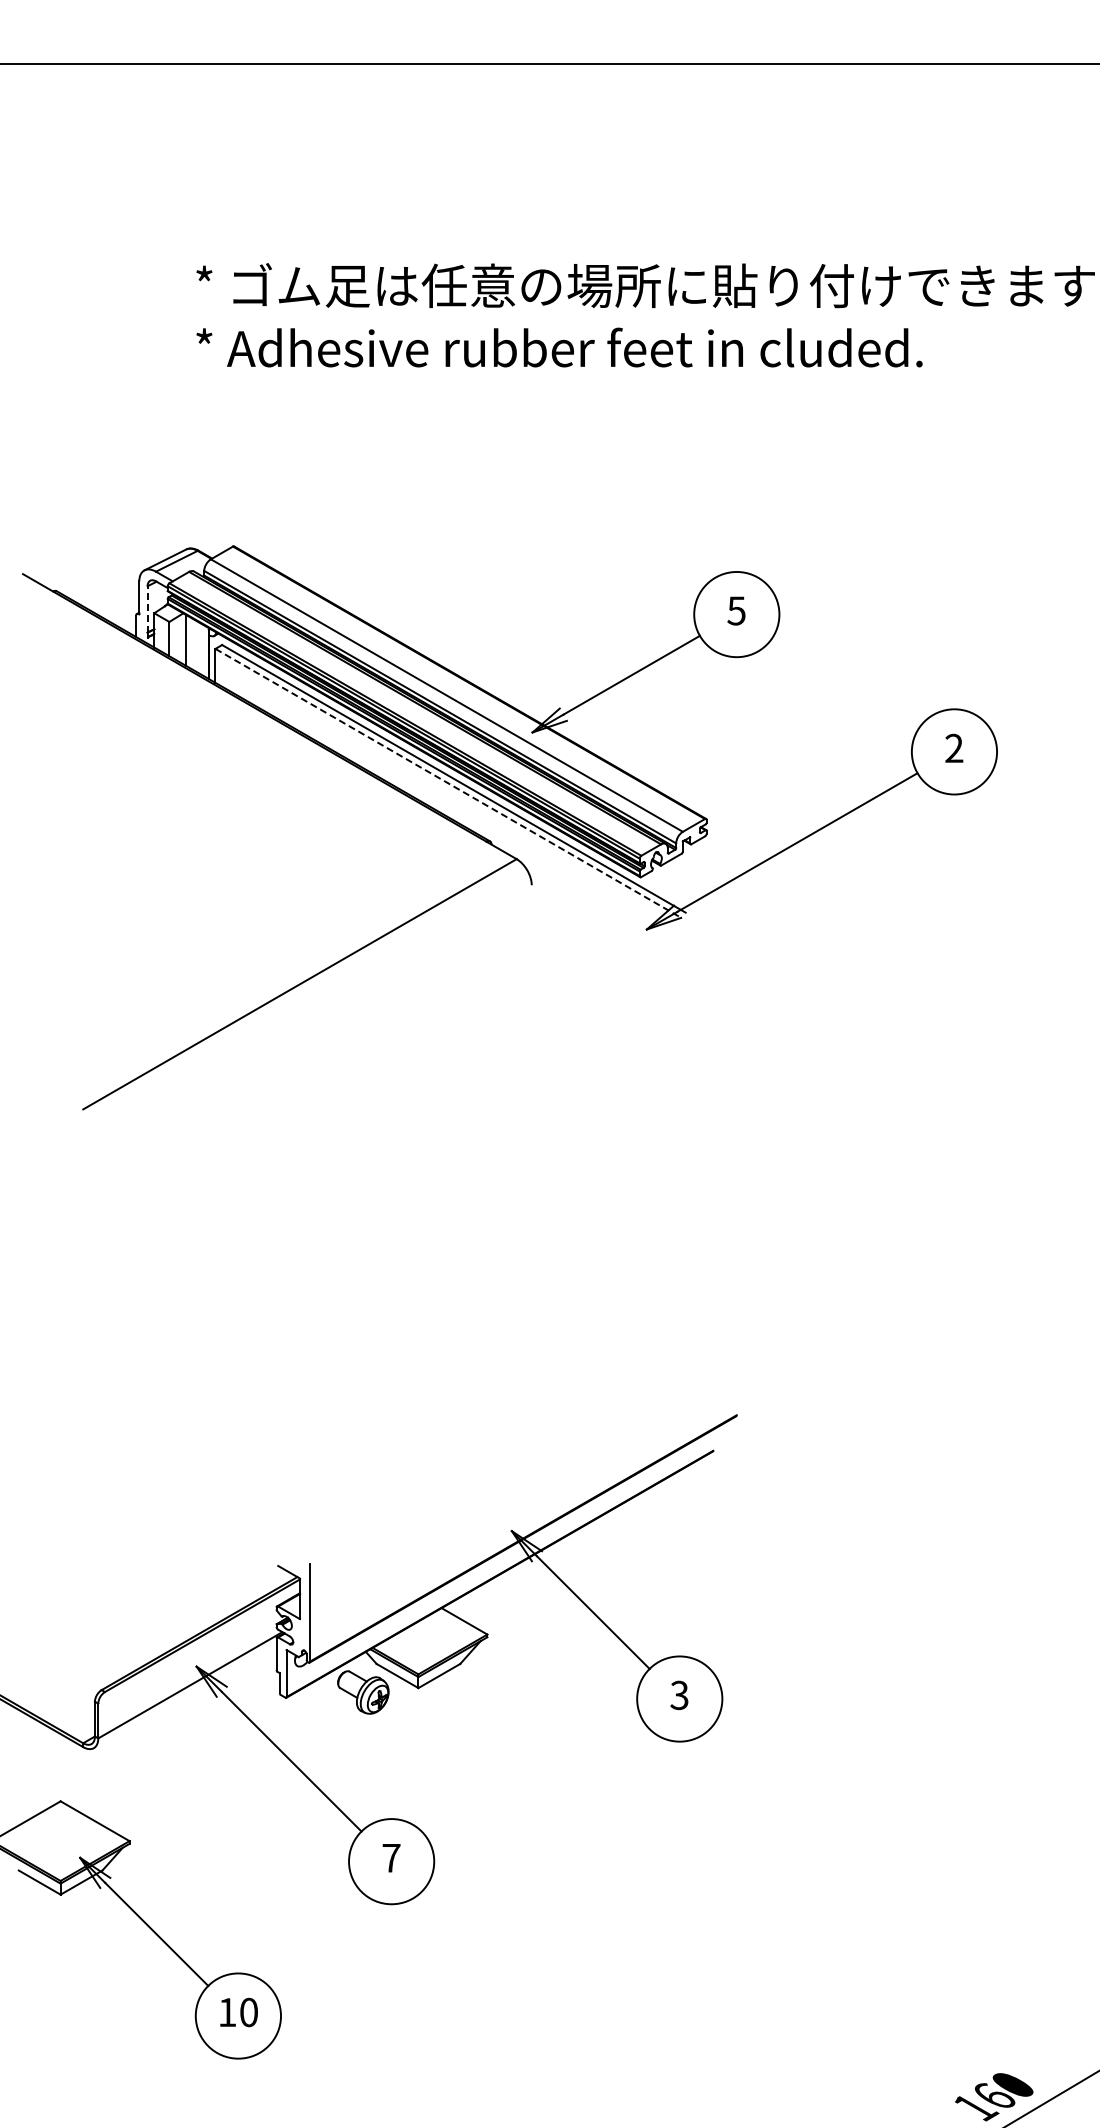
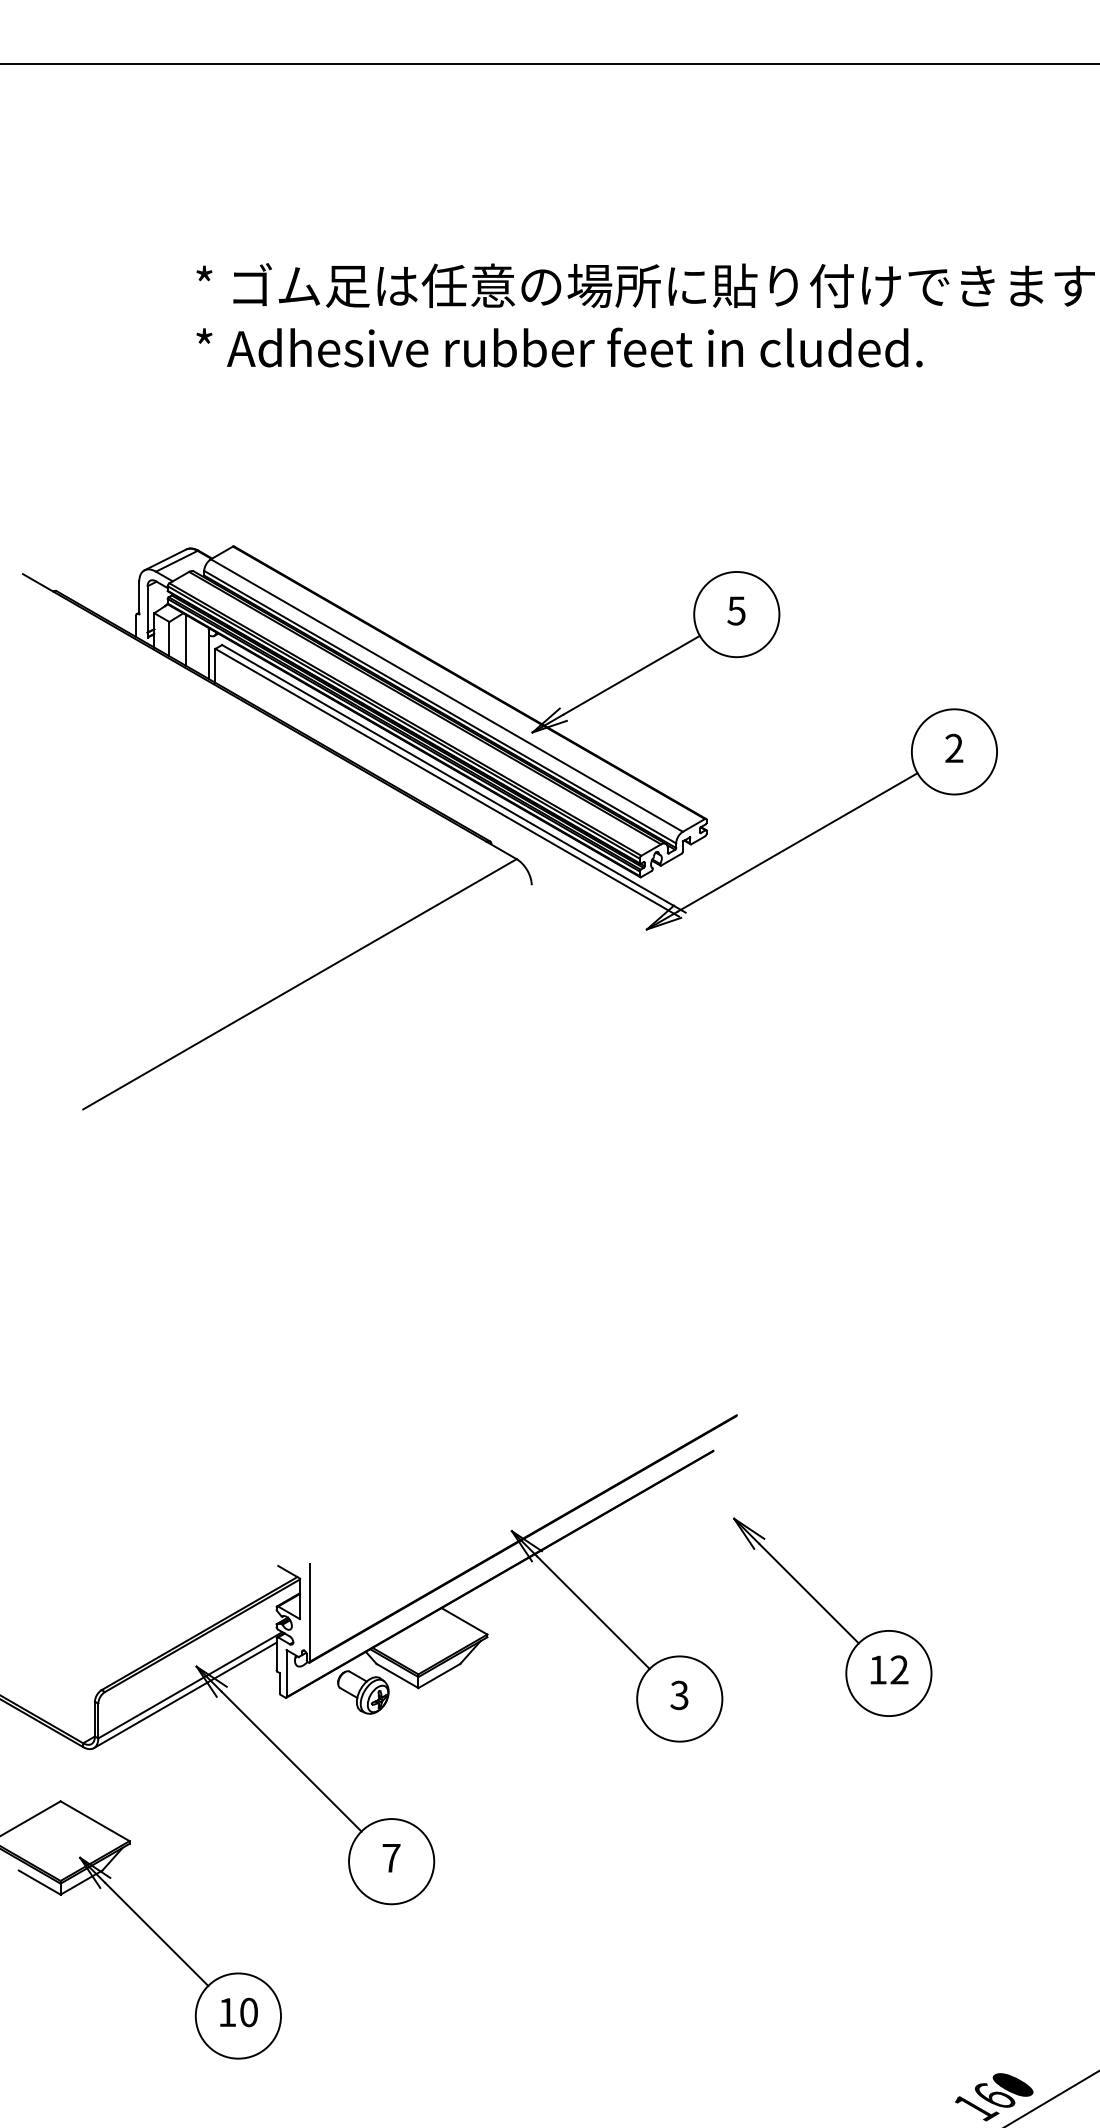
line at (147, 608): dashed -> solid
line at (447, 782): dashed -> solid
part at (832, 1616): none -> present
line at (184, 1695): none -> present
